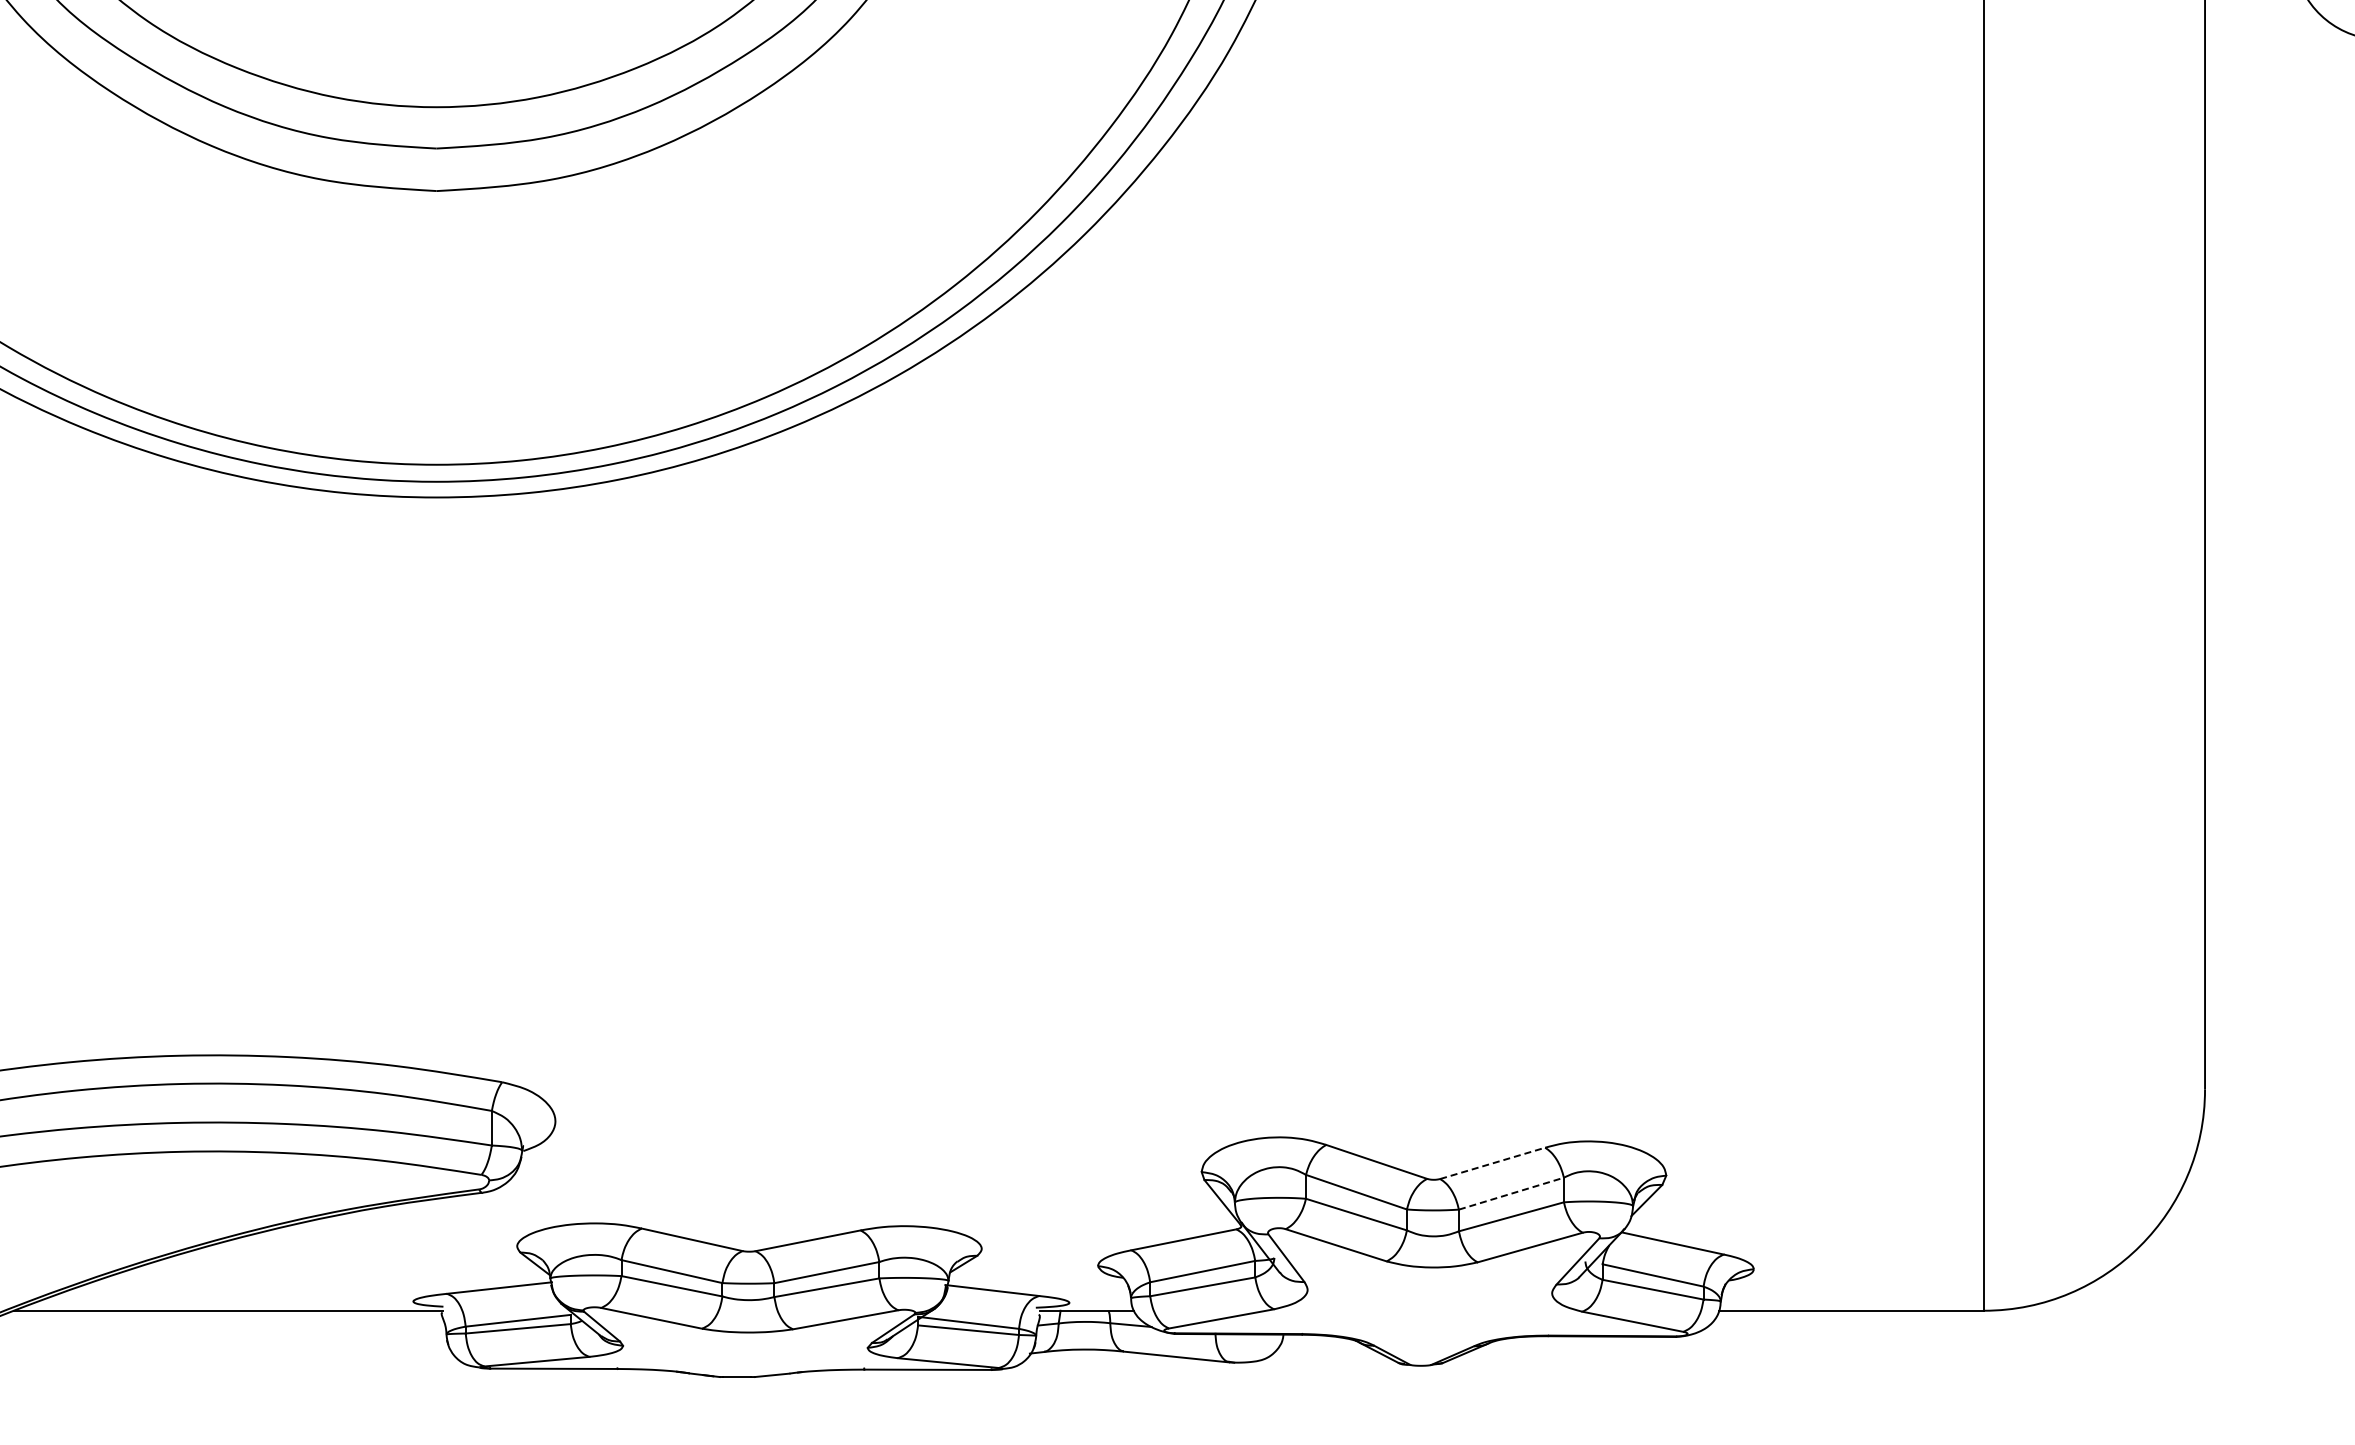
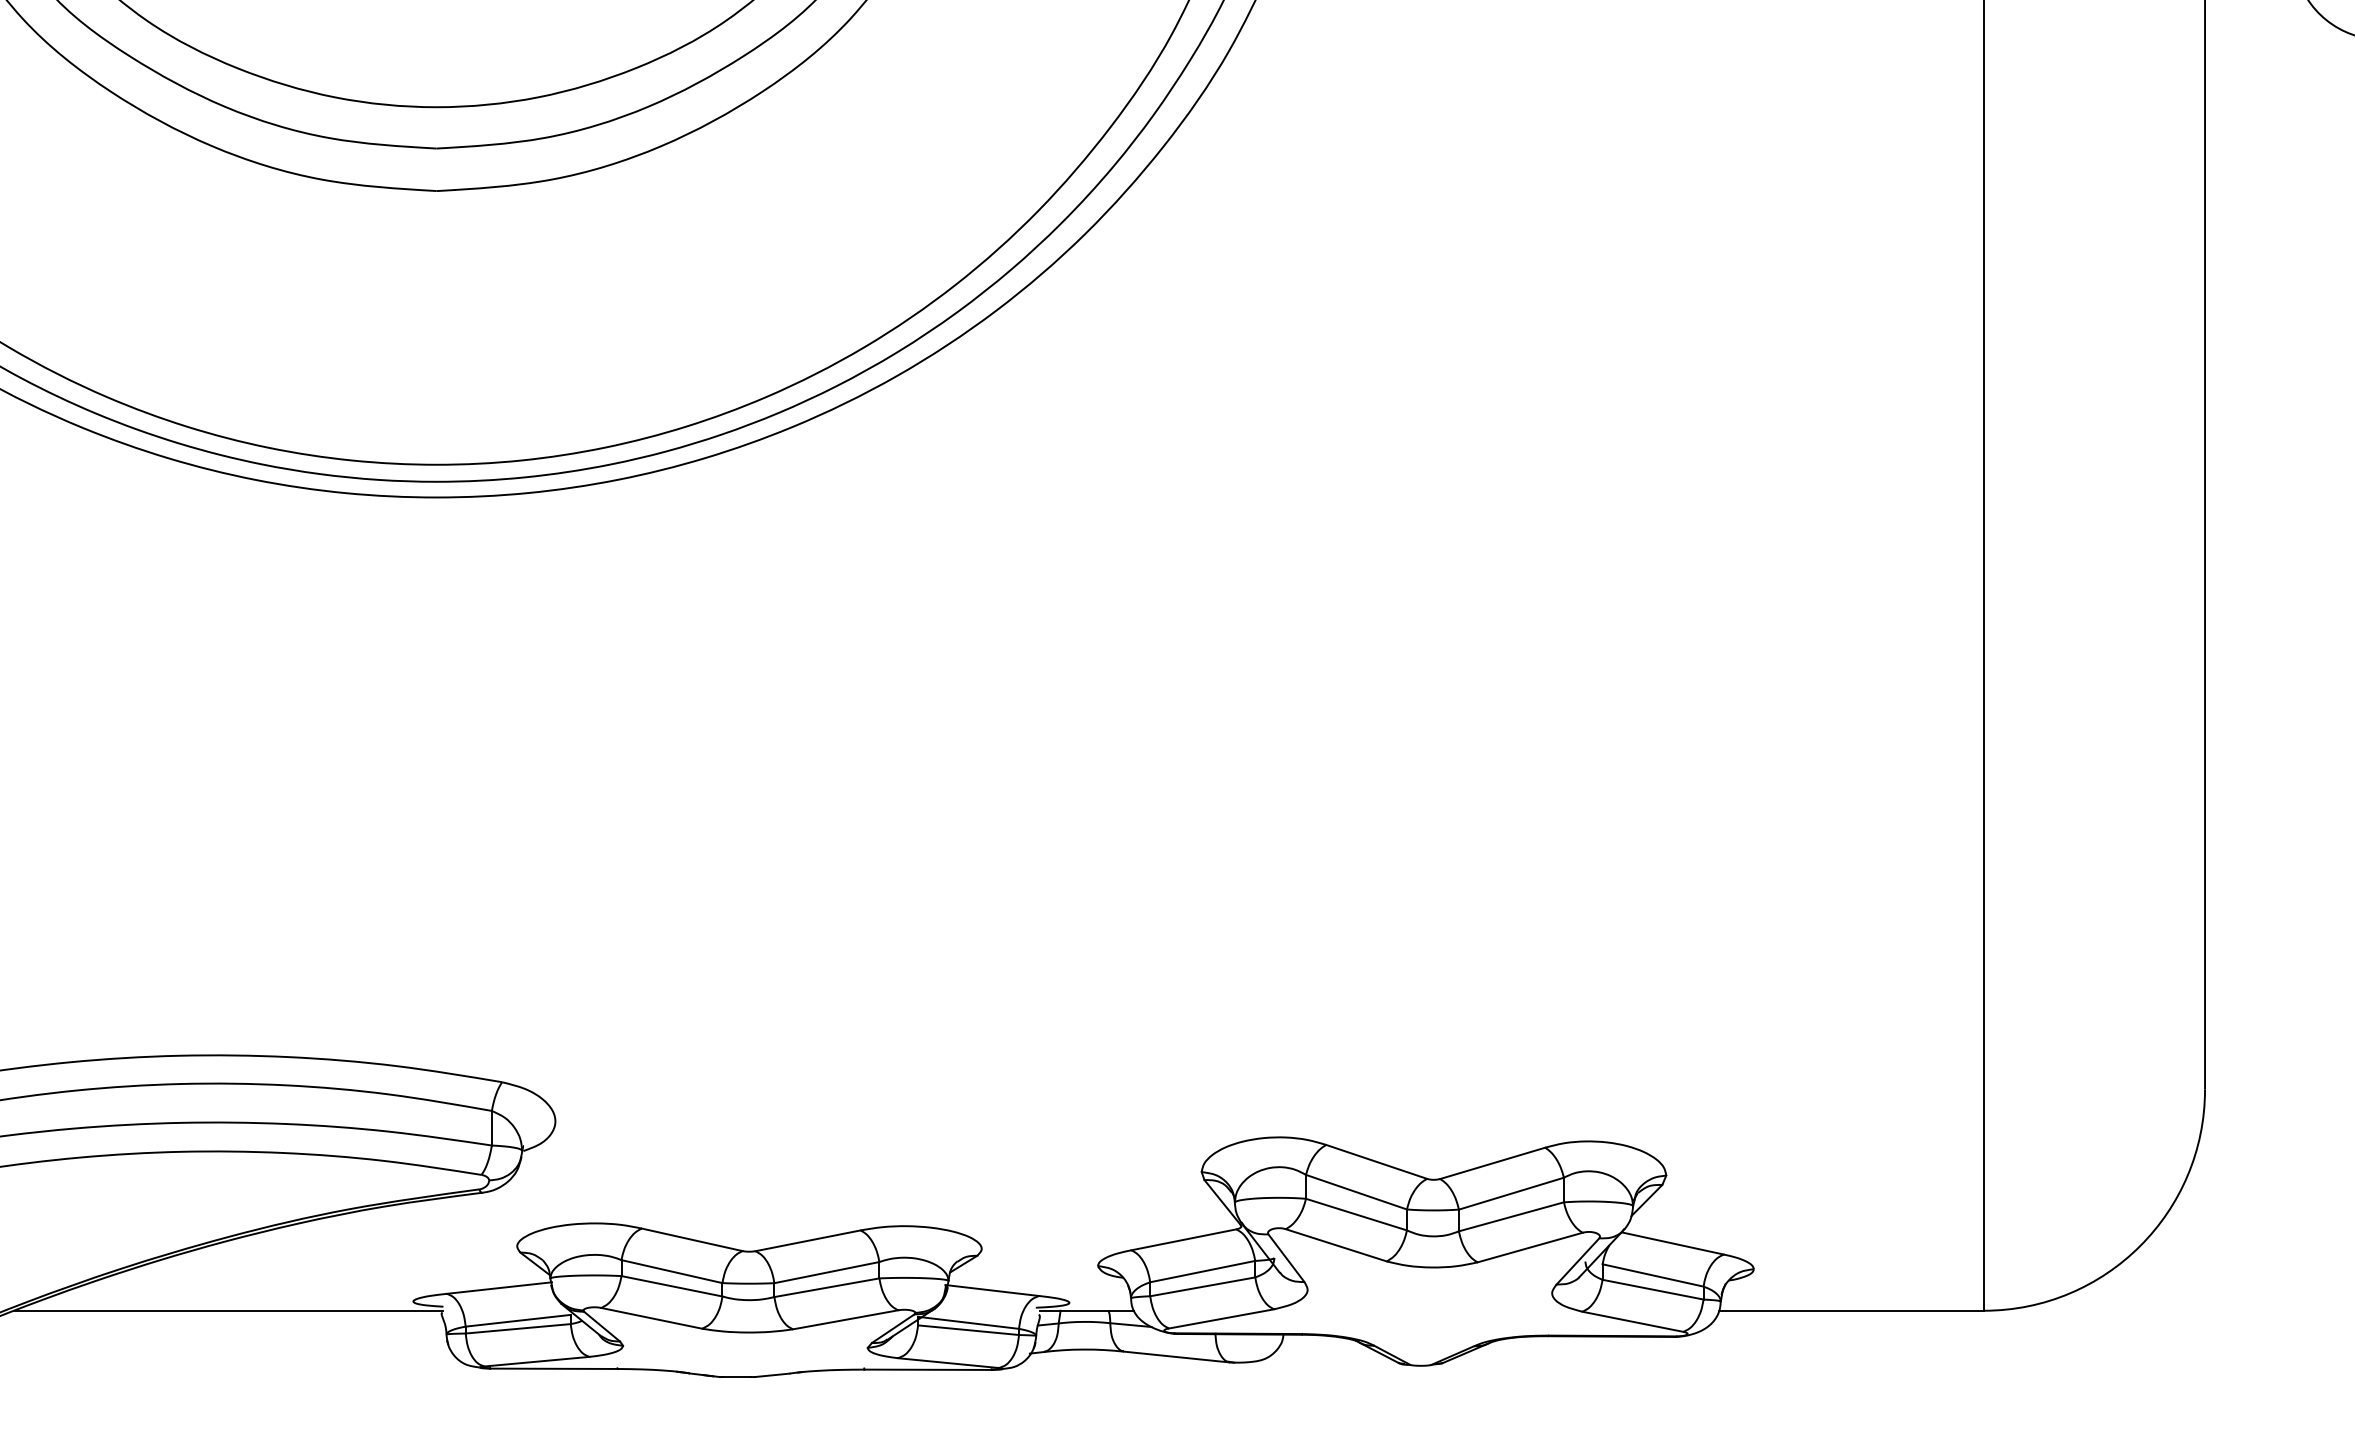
line at (1492, 1163): dashed -> solid
line at (1511, 1193): dashed -> solid
